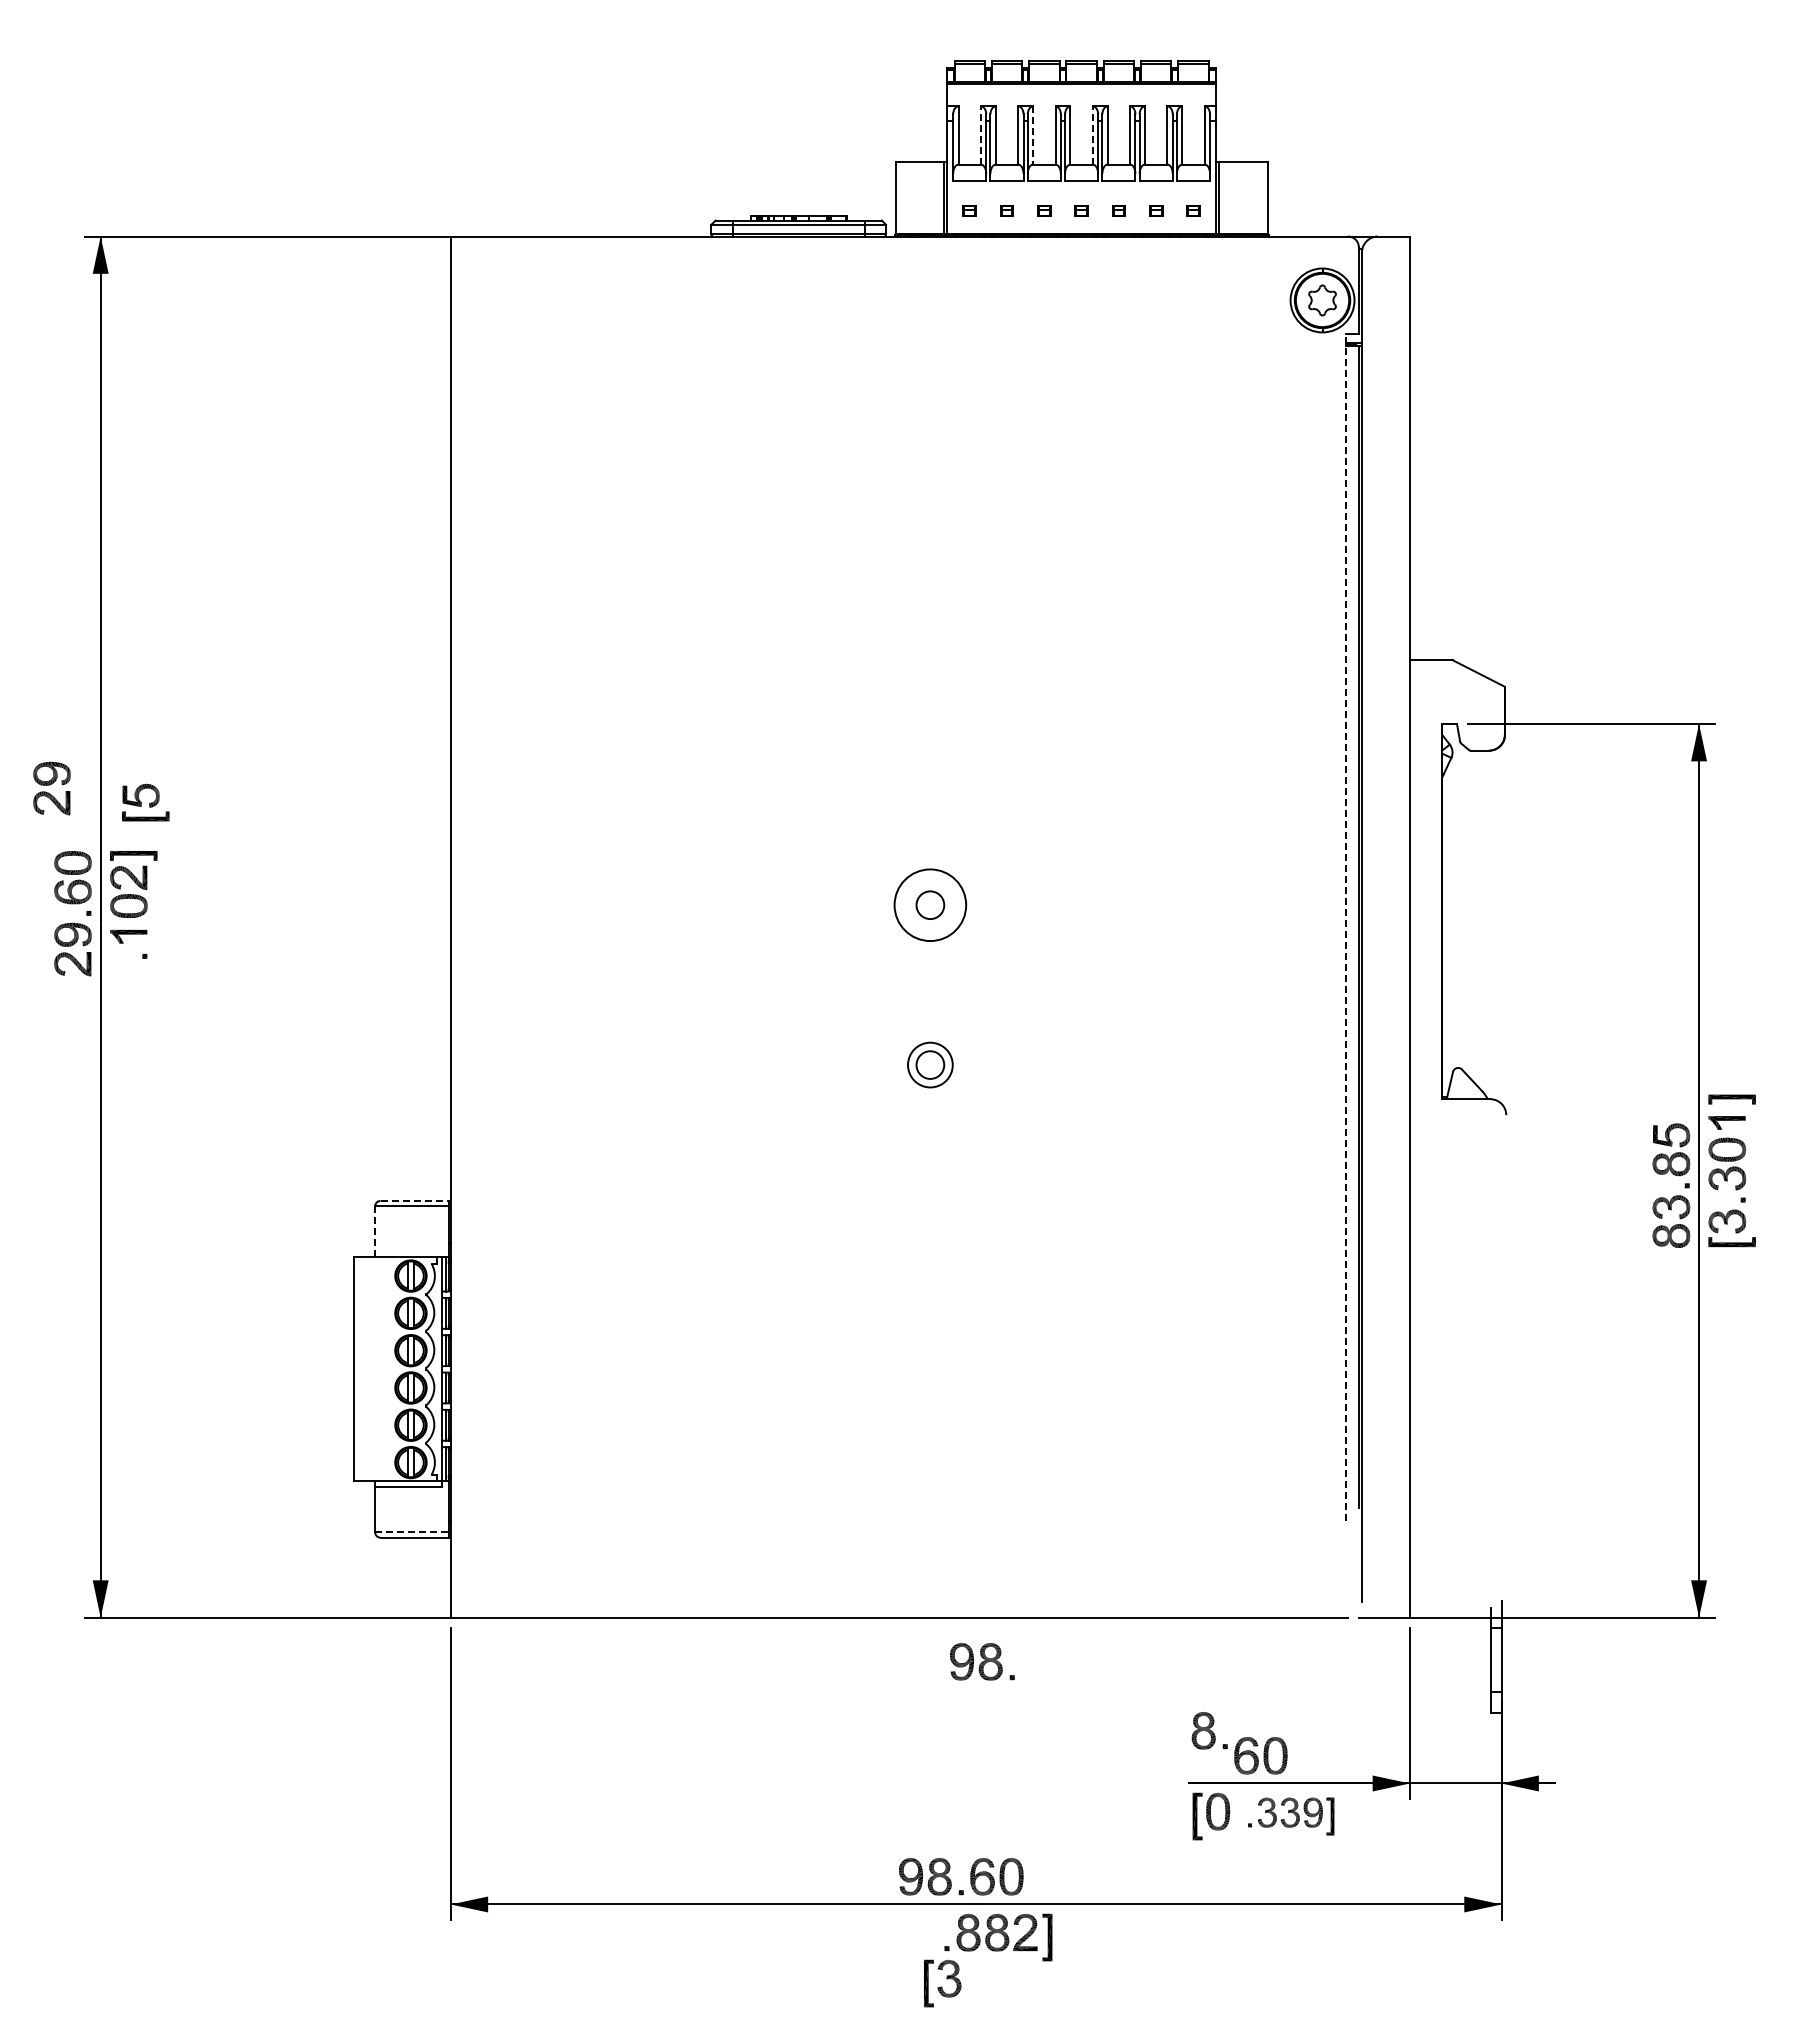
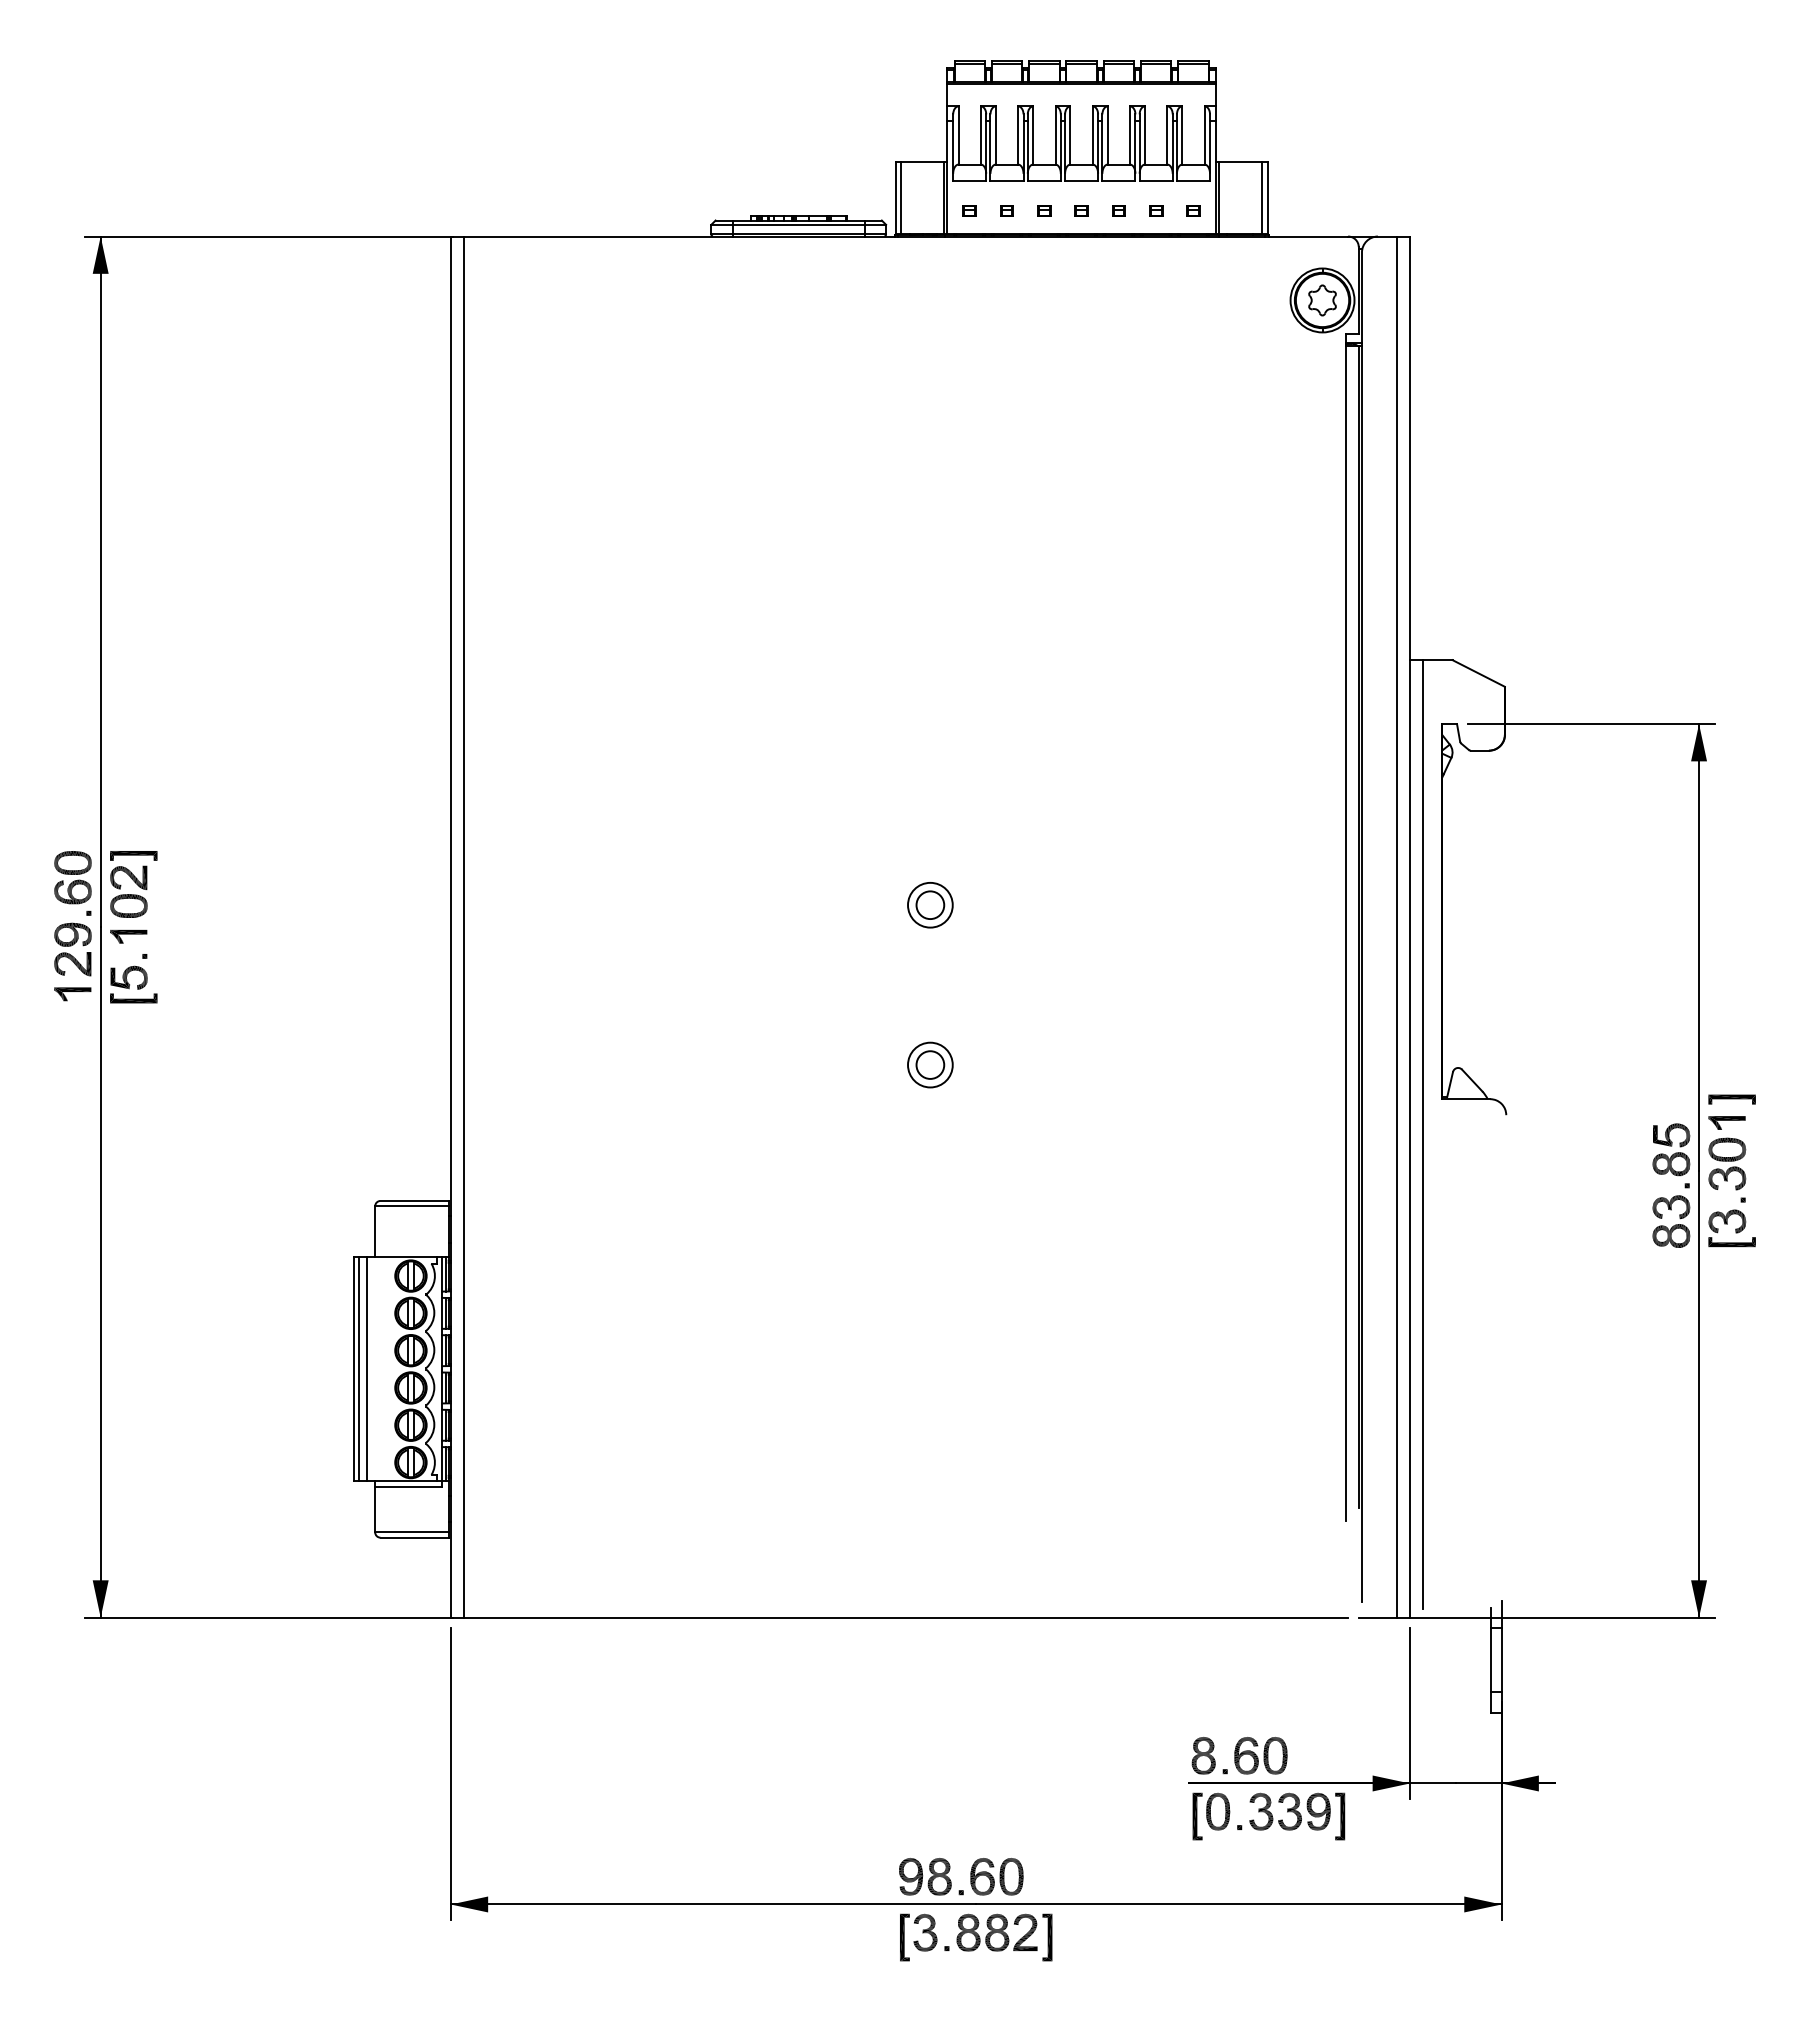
line at (980, 135): dashed -> solid
line at (1092, 135): dashed -> solid
line at (1033, 136): dashed -> solid
line at (900, 197): none -> present
line at (1262, 197): none -> present
part at (51, 788): present -> none
part at (145, 802) position: (145, 802) -> (133, 984)
circle at (930, 905) diameter: 72 px -> 45 px
line at (463, 926): none -> present
line at (1397, 926): none -> present
line at (1345, 927): dashed -> solid
part at (72, 994): none -> present
line at (1422, 1134): none -> present
line at (415, 1200): dashed -> solid
line at (375, 1231): dashed -> solid
line at (359, 1369): none -> present
line at (366, 1369): none -> present
line at (411, 1532): dashed -> solid
part at (982, 1661): present -> none
part at (1209, 1730) position: (1209, 1730) -> (1209, 1755)
part at (1291, 1816) size: 87x39 px -> 109x49 px
part at (942, 1983) position: (942, 1983) -> (918, 1937)
